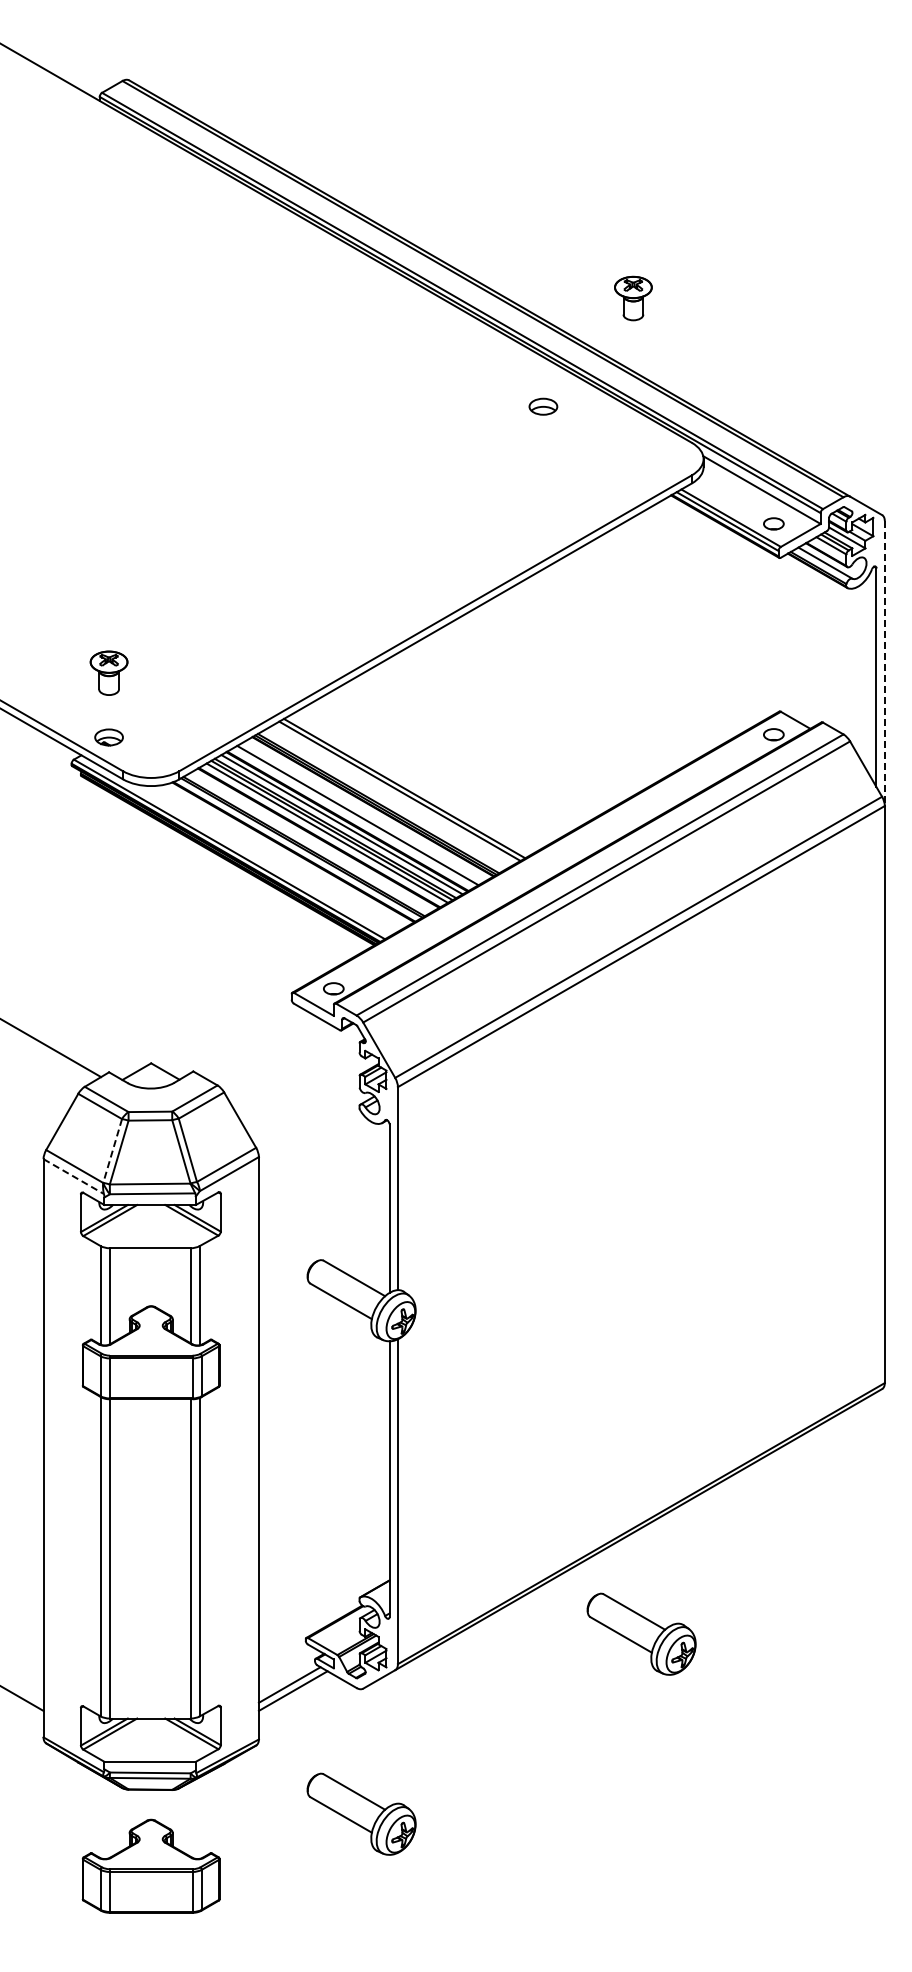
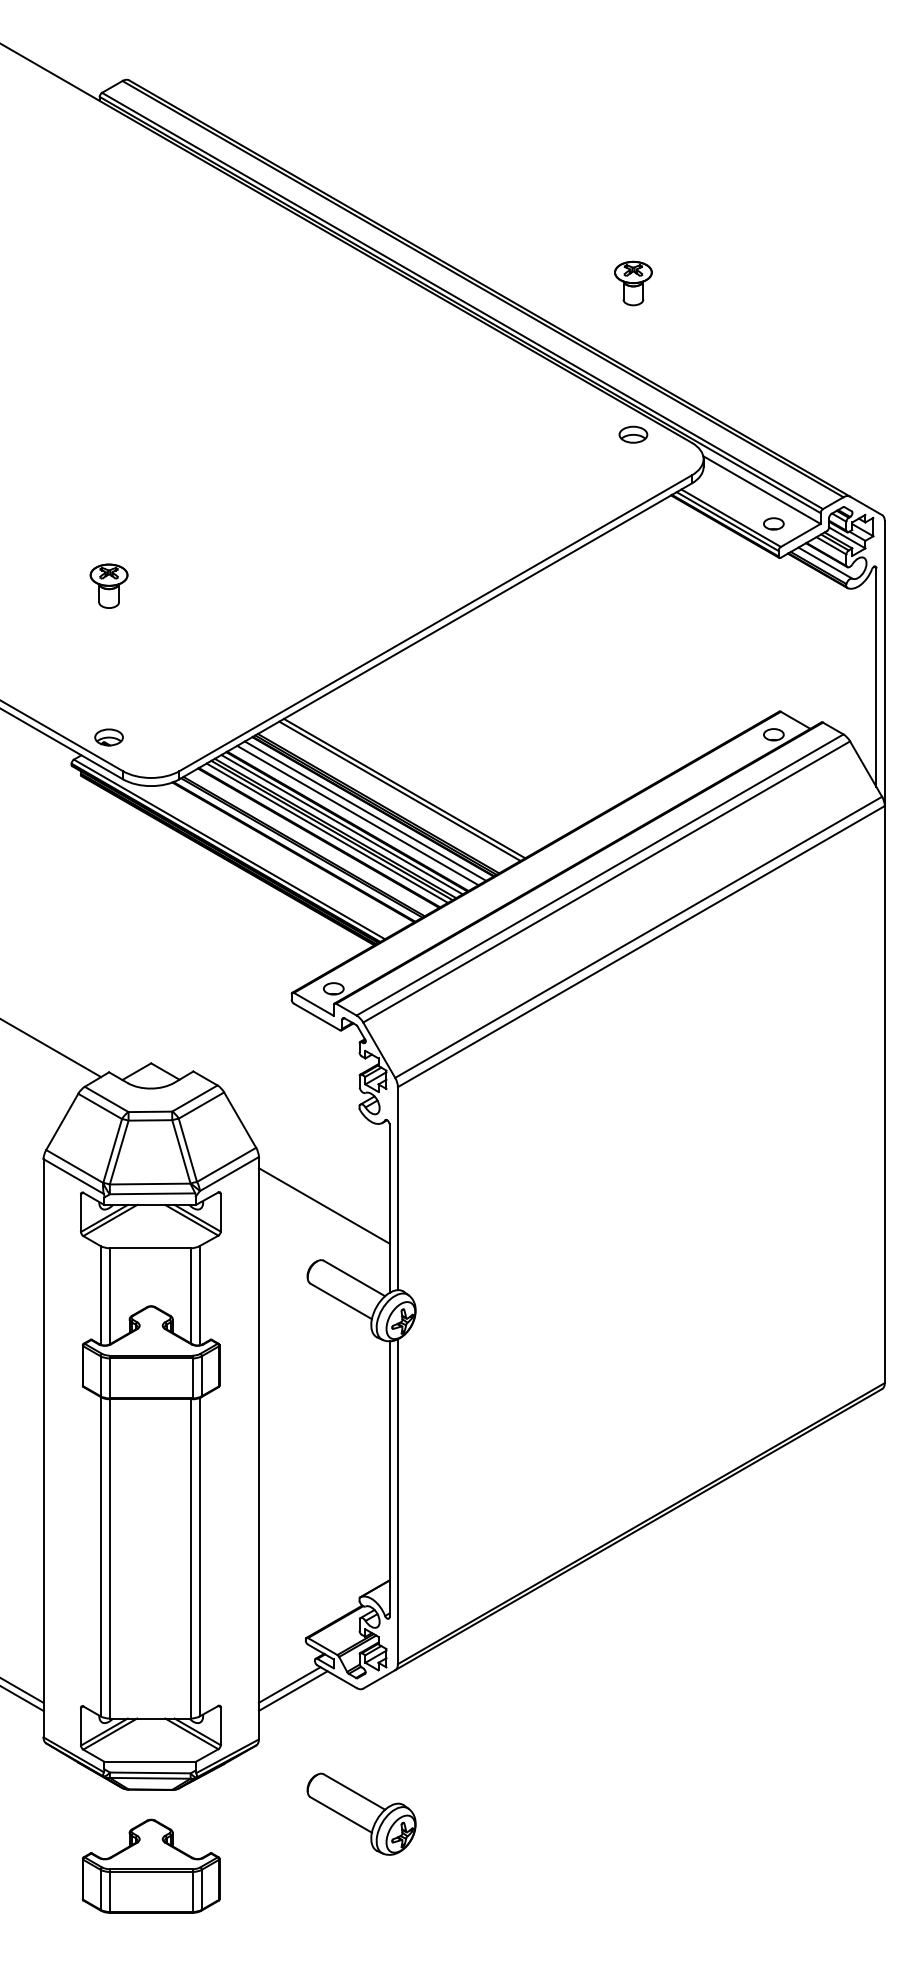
part at (633, 298) position: (633, 298) -> (633, 283)
part at (543, 406) position: (543, 406) -> (633, 434)
line at (884, 664): dashed -> solid
part at (108, 672) position: (108, 672) -> (108, 585)
line at (365, 810): none -> present
line at (112, 1151): dashed -> solid
line at (73, 1176): dashed -> solid
line at (323, 1205): none -> present
part at (641, 1633): present -> none
line at (22, 1690): none -> present
